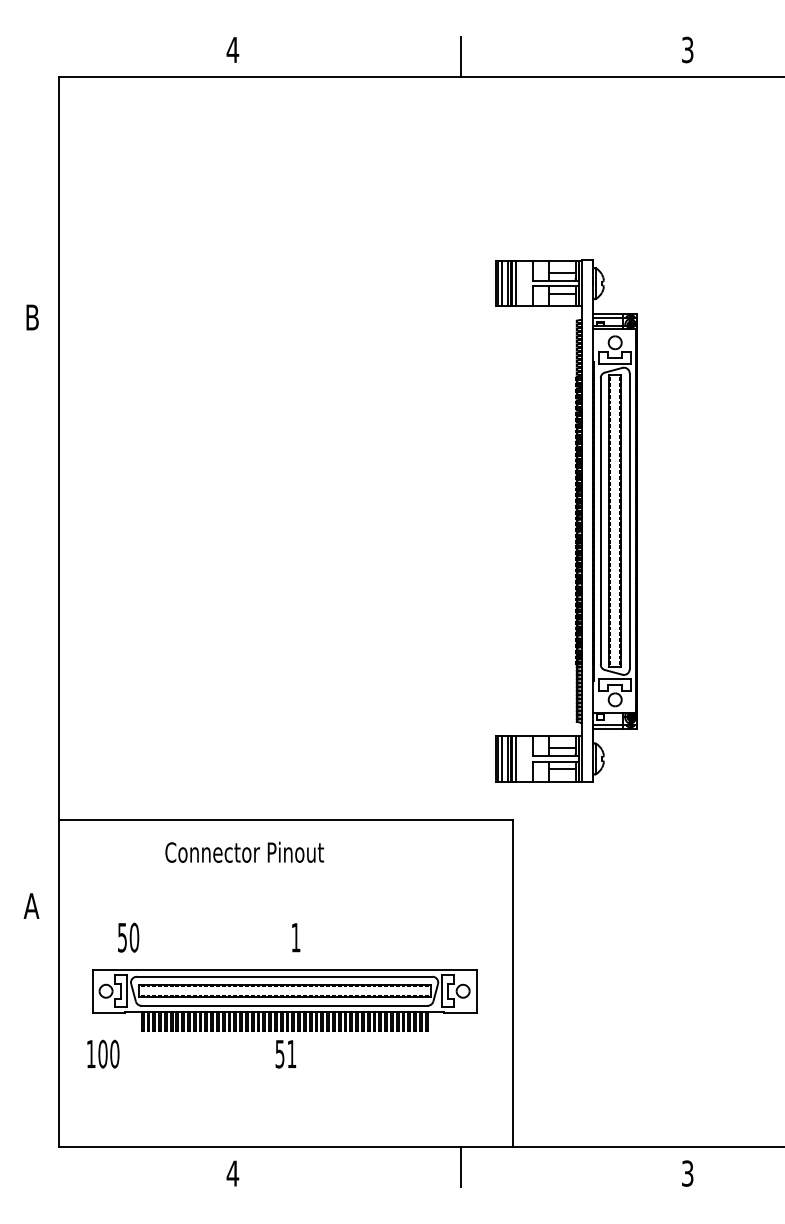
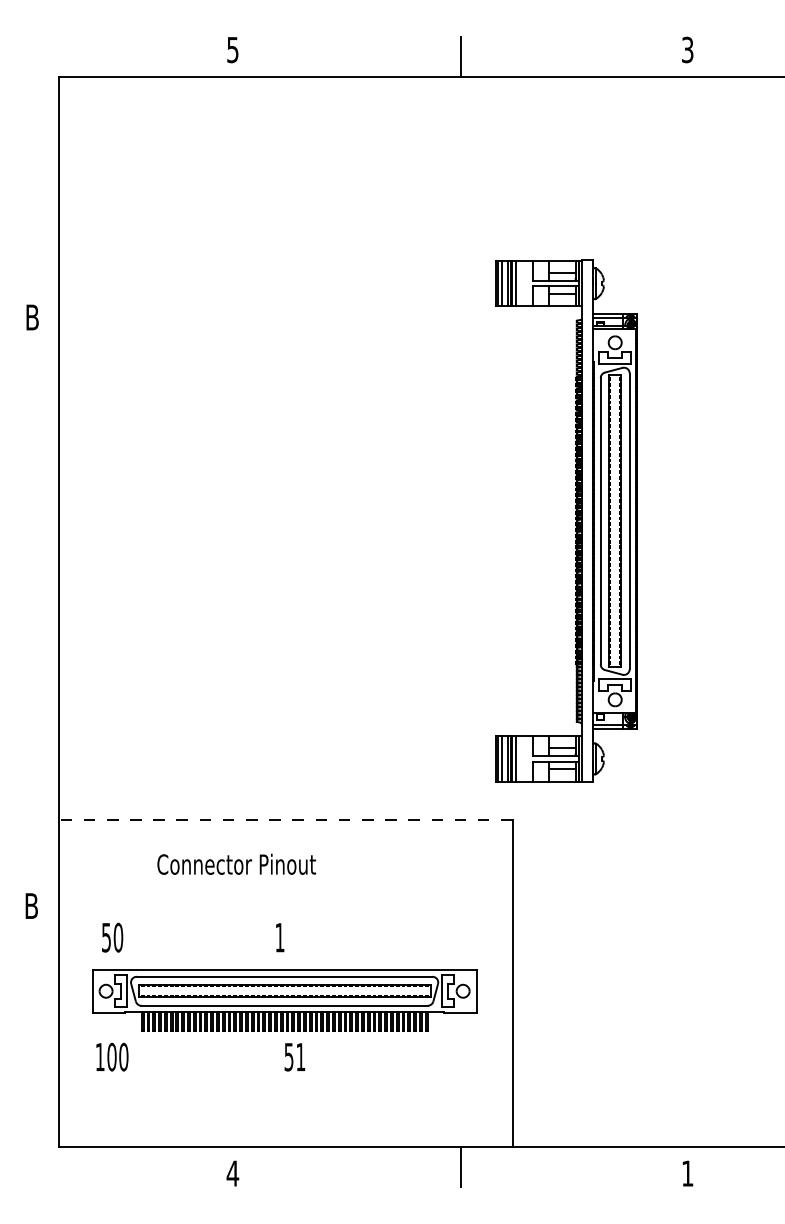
text at (232, 50): 4 -> 5
line at (286, 820): solid -> dashed
text at (244, 851) position: (244, 851) -> (236, 863)
text at (31, 905): A -> B
text at (209, 937) position: (209, 937) -> (193, 937)
text at (191, 1053) position: (191, 1053) -> (200, 1056)
text at (687, 1173): 3 -> 1
